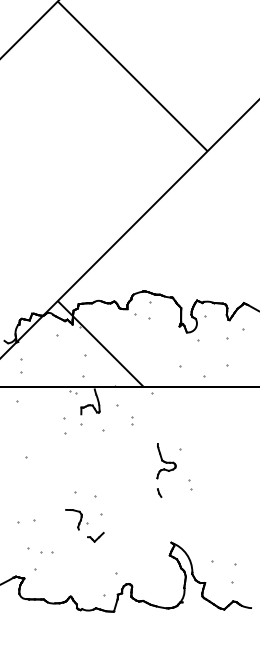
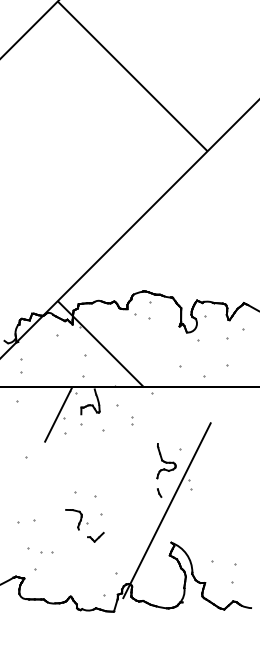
line at (58, 414): none -> present
line at (166, 510): none -> present
